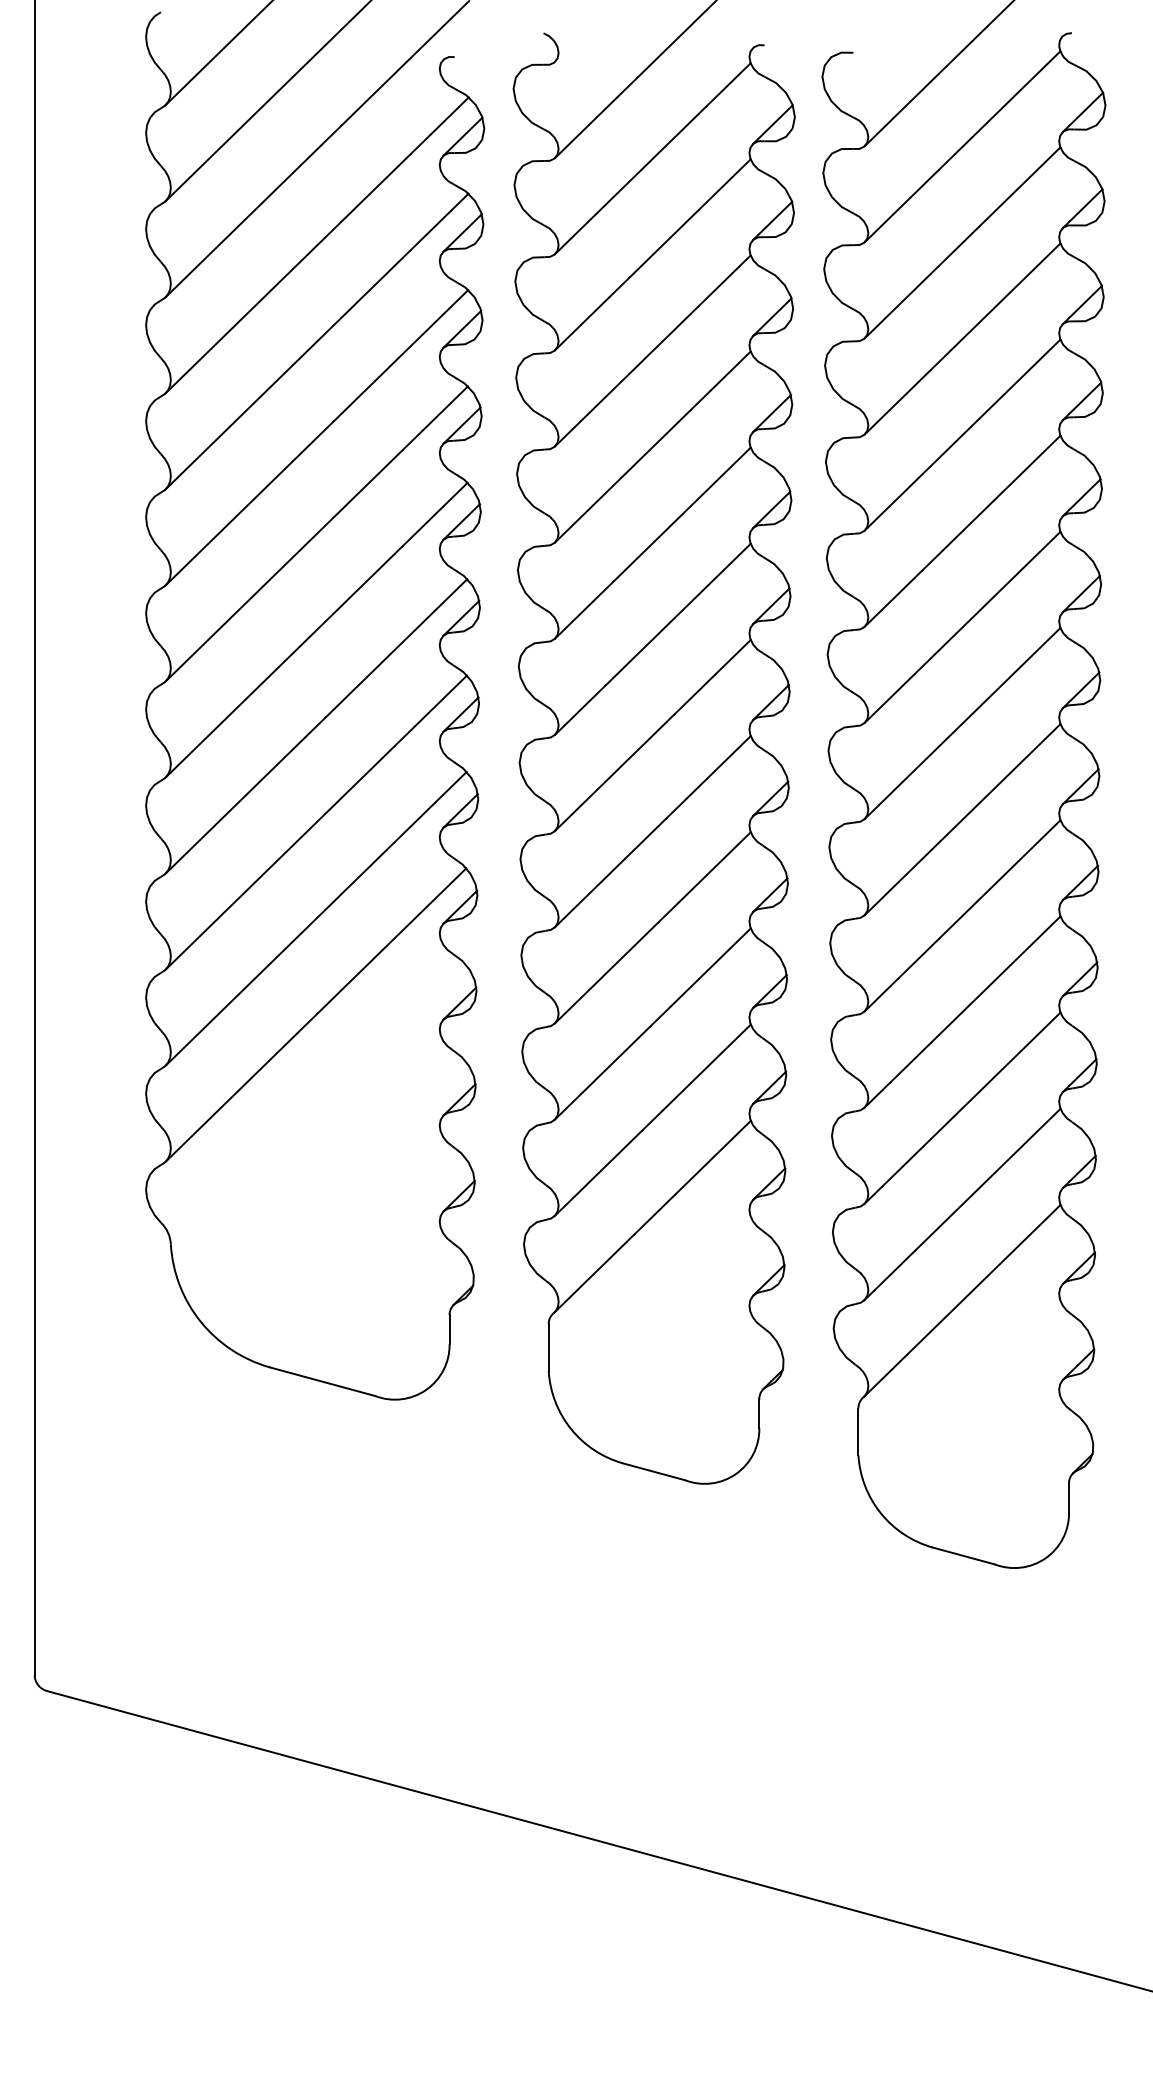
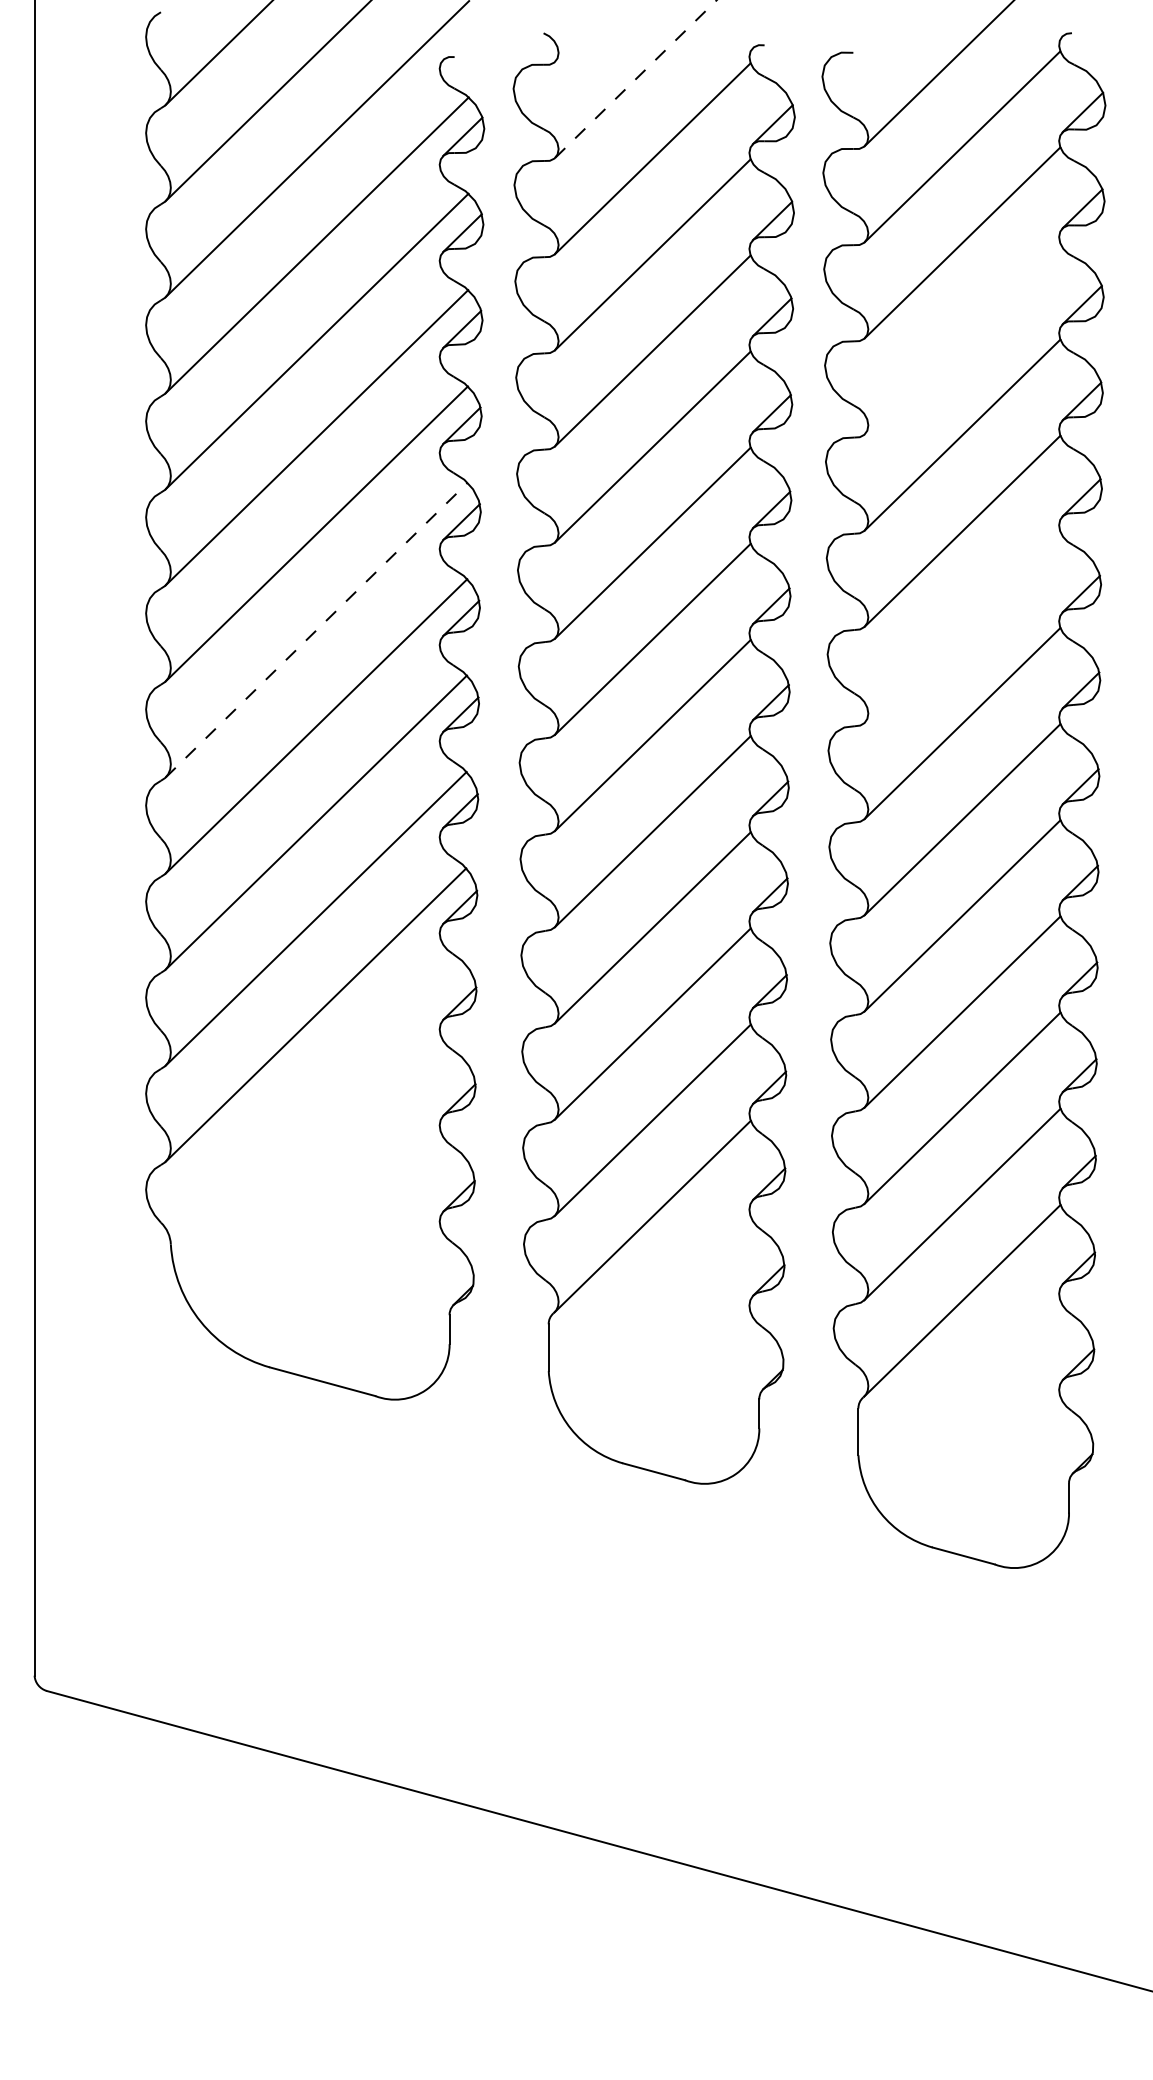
line at (635, 79): solid -> dashed
line at (962, 338): present -> none
line at (962, 626): present -> none
line at (317, 629): solid -> dashed
